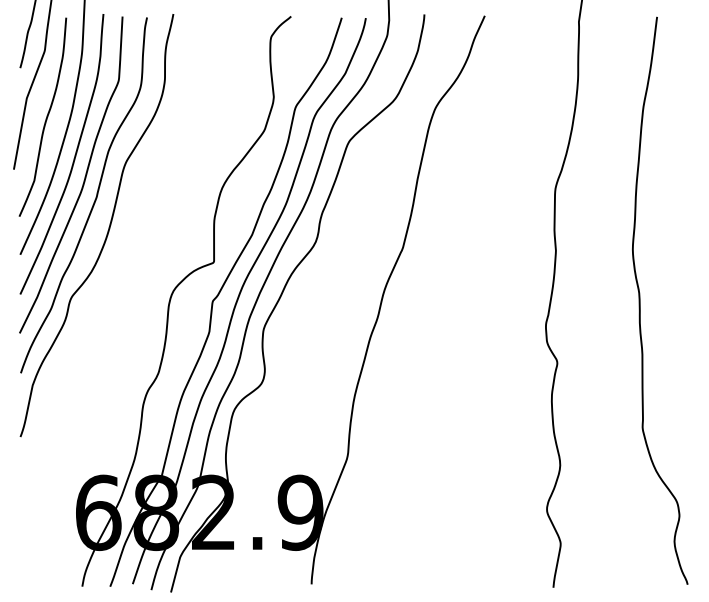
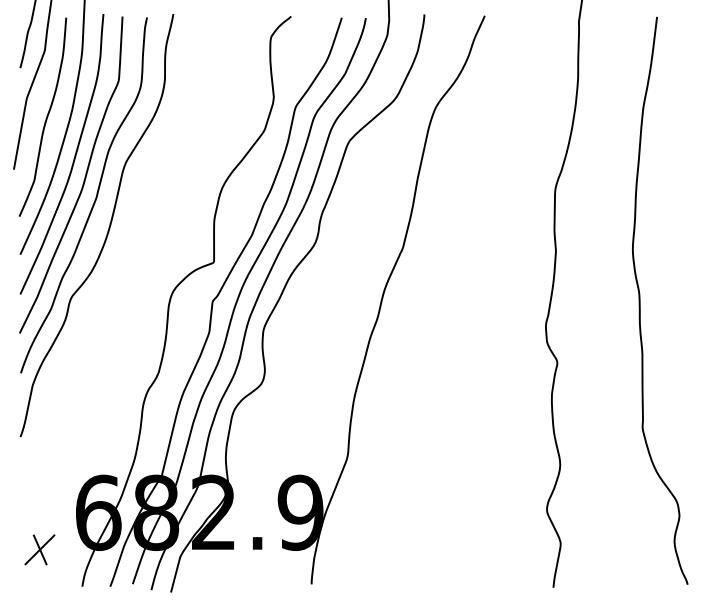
part at (39, 549): none -> present
